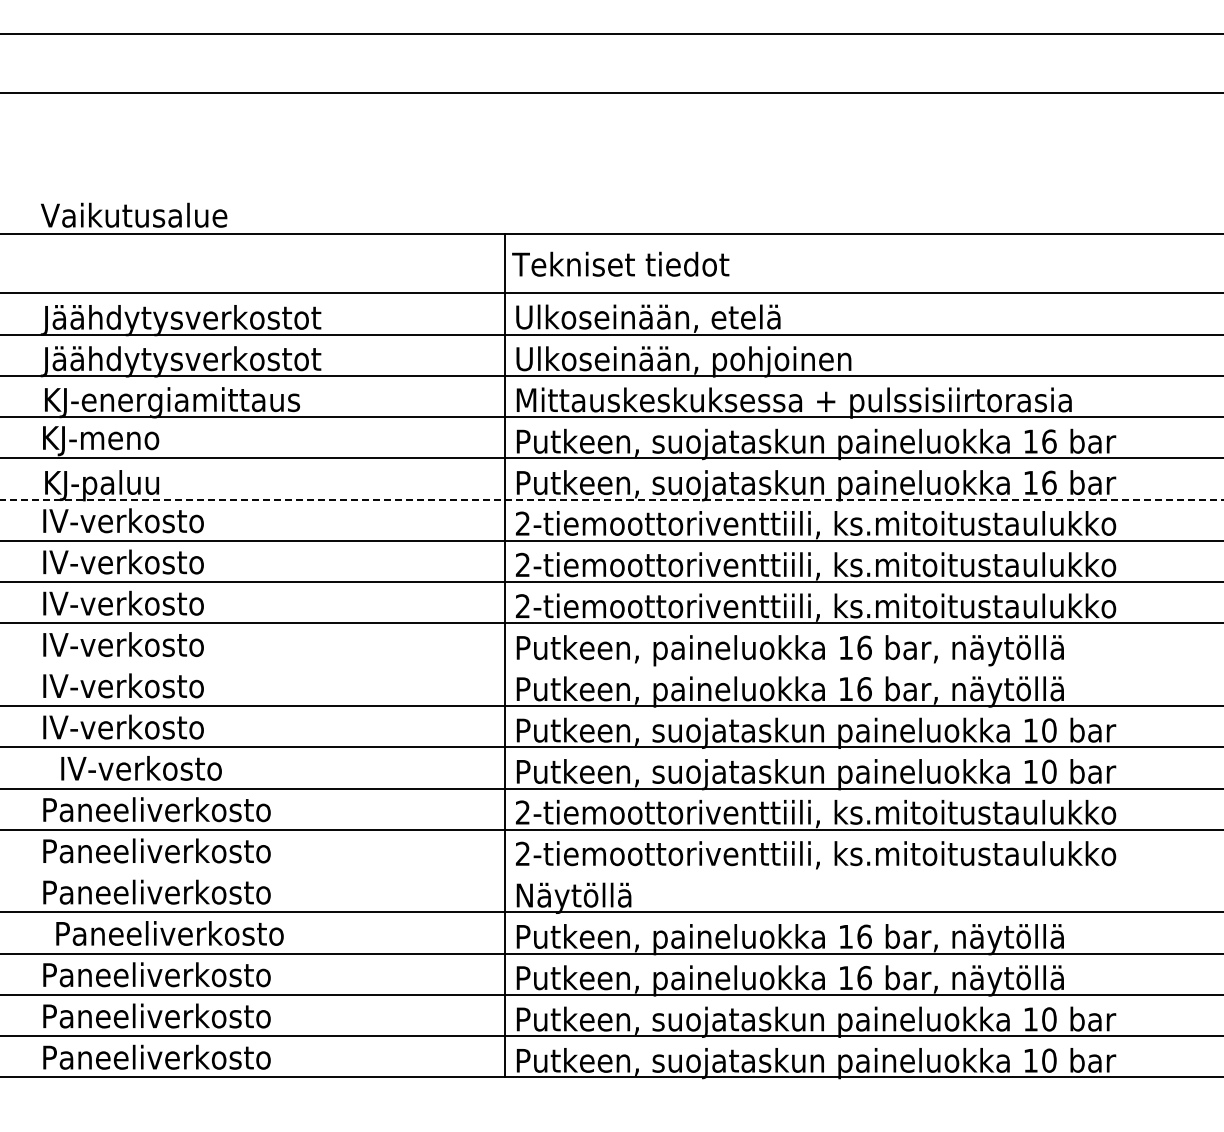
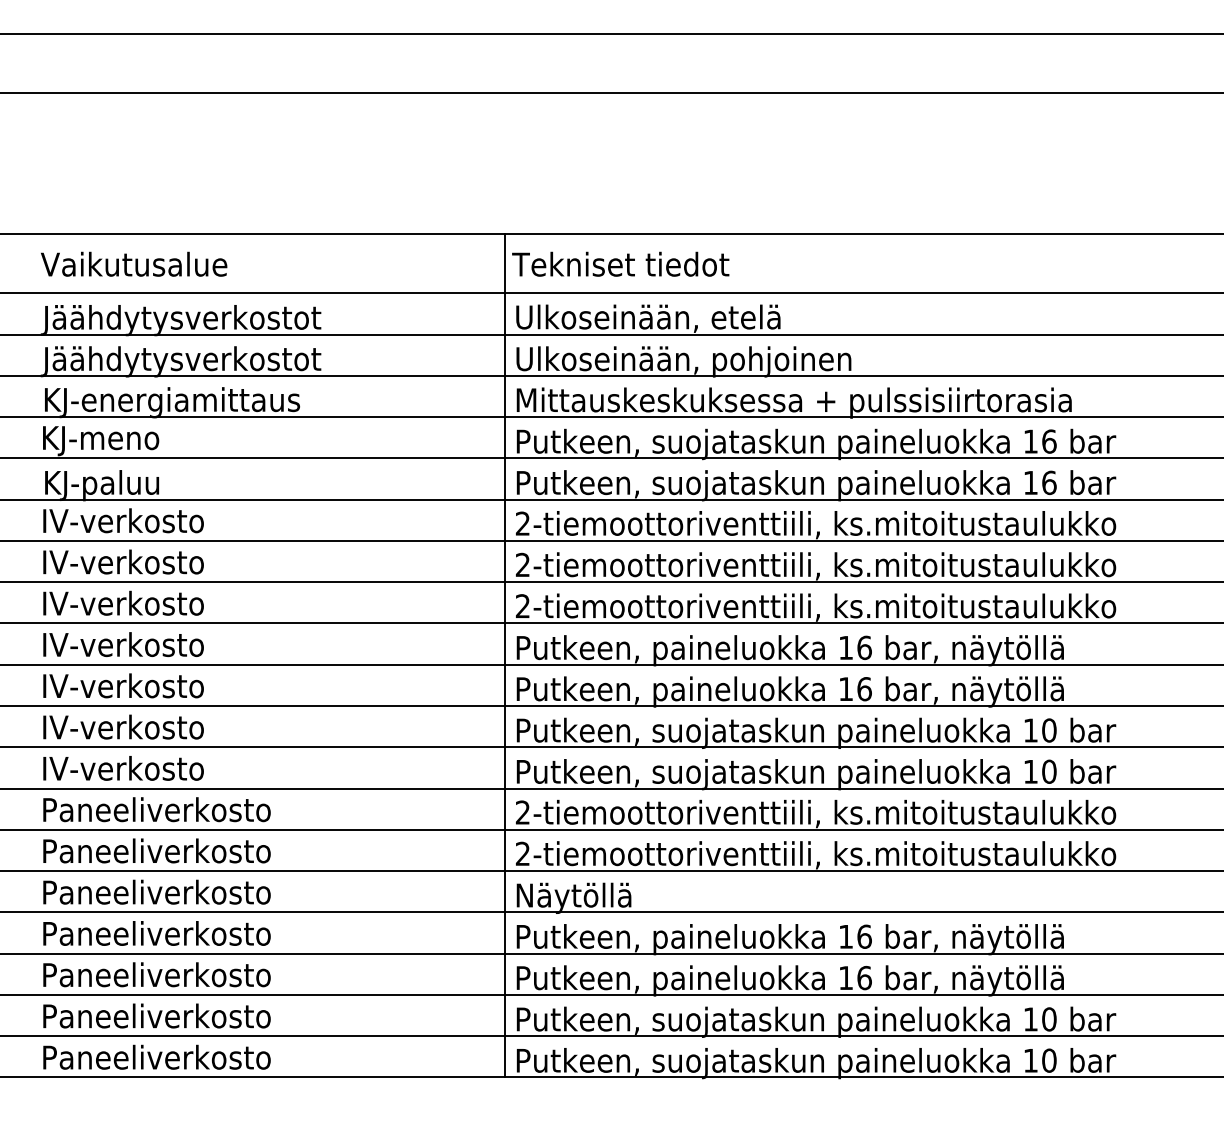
text at (134, 214) position: (134, 214) -> (134, 263)
line at (612, 499): dashed -> solid
line at (611, 664): none -> present
text at (141, 768) position: (141, 768) -> (123, 768)
line at (611, 871): none -> present
text at (169, 933) position: (169, 933) -> (156, 933)
